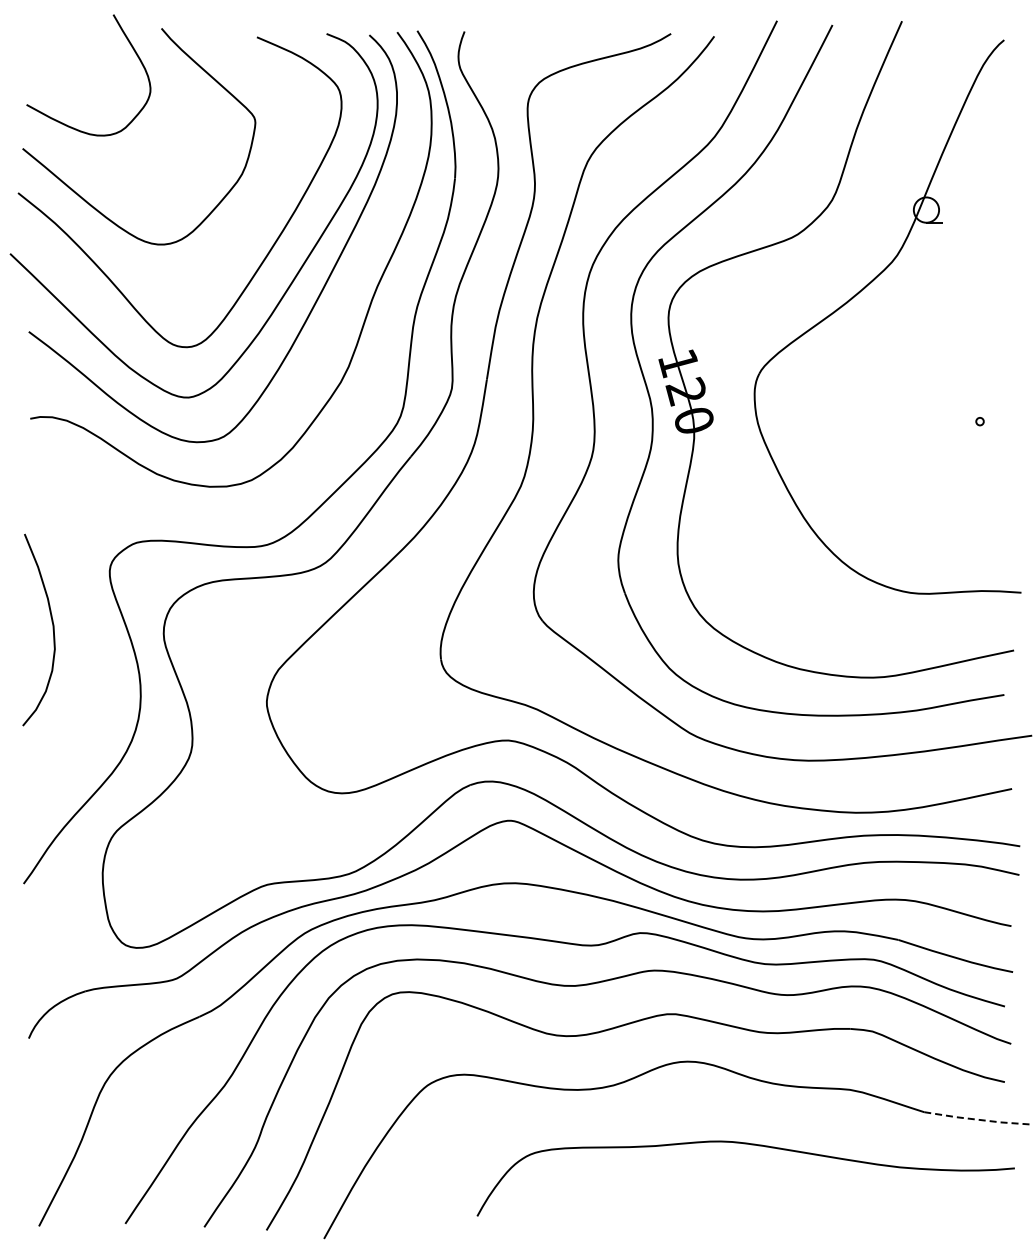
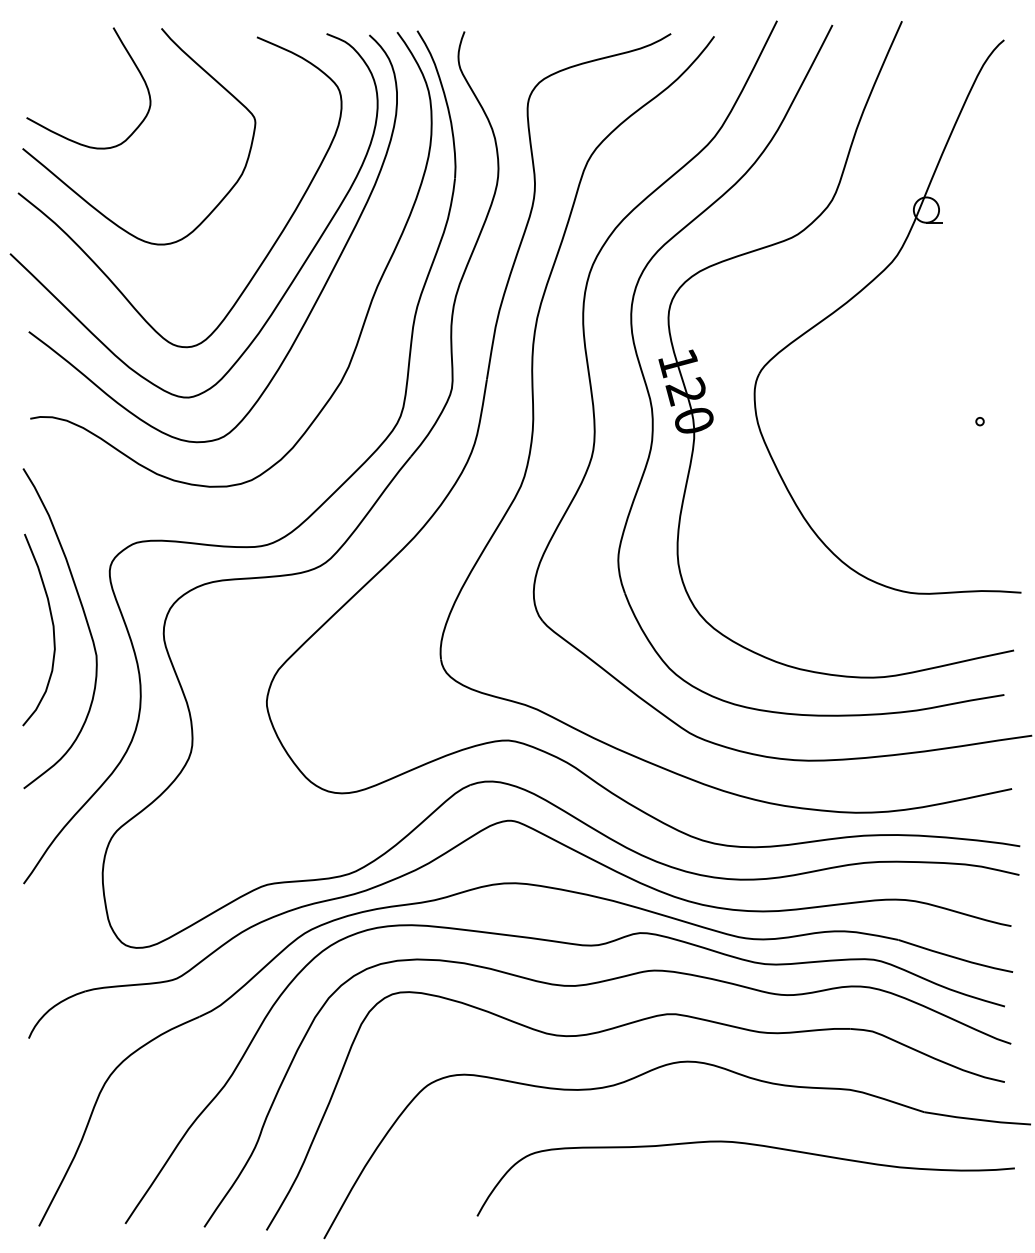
curve at (131, 47) position: (131, 47) -> (131, 60)
curve at (85, 620): none -> present
line at (978, 1119): dashed -> solid
